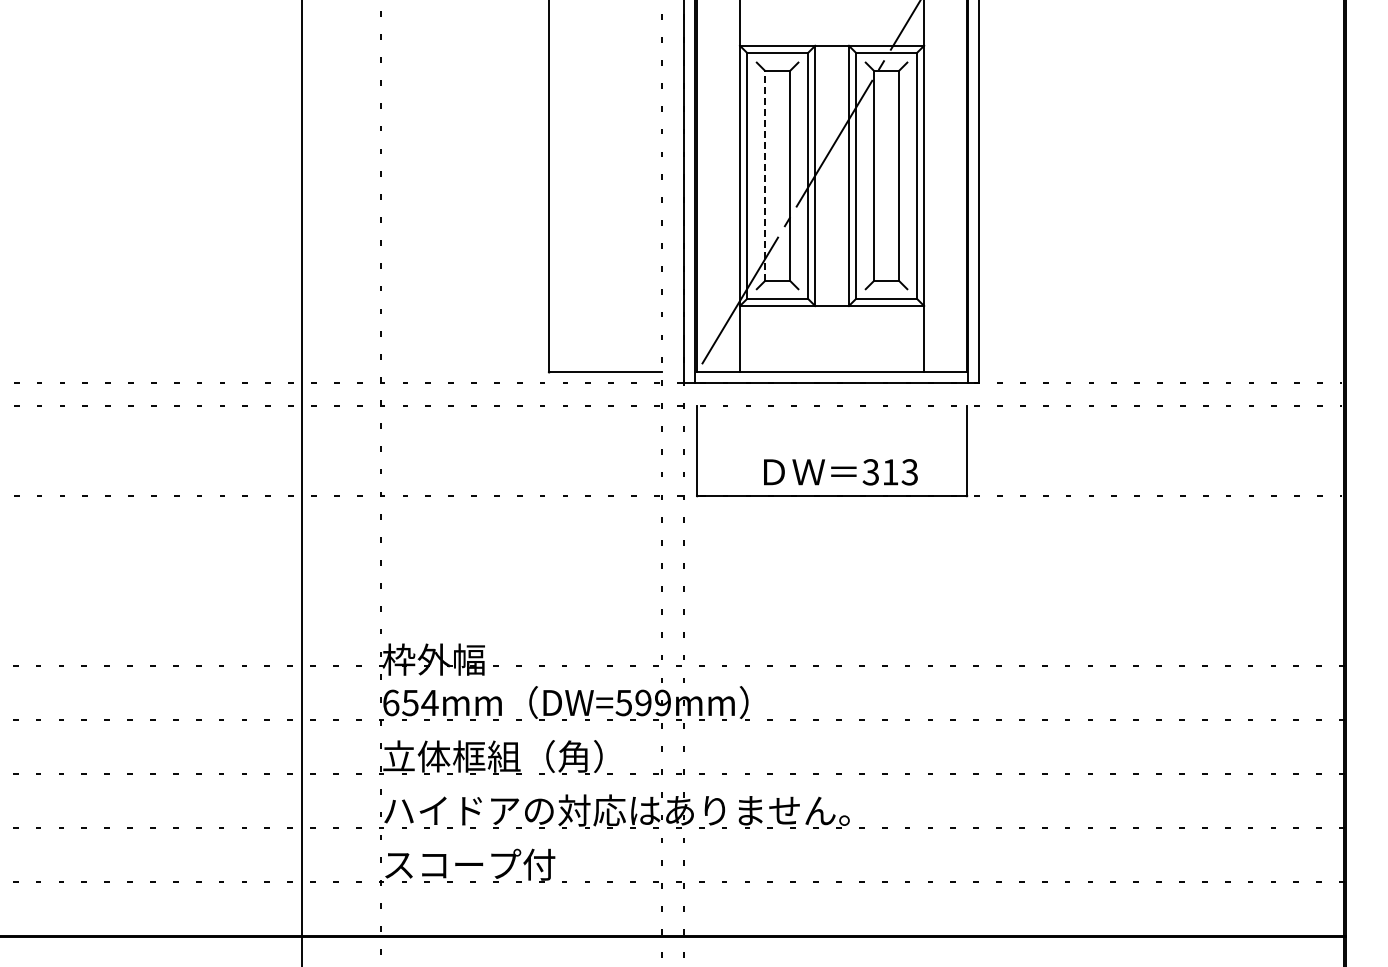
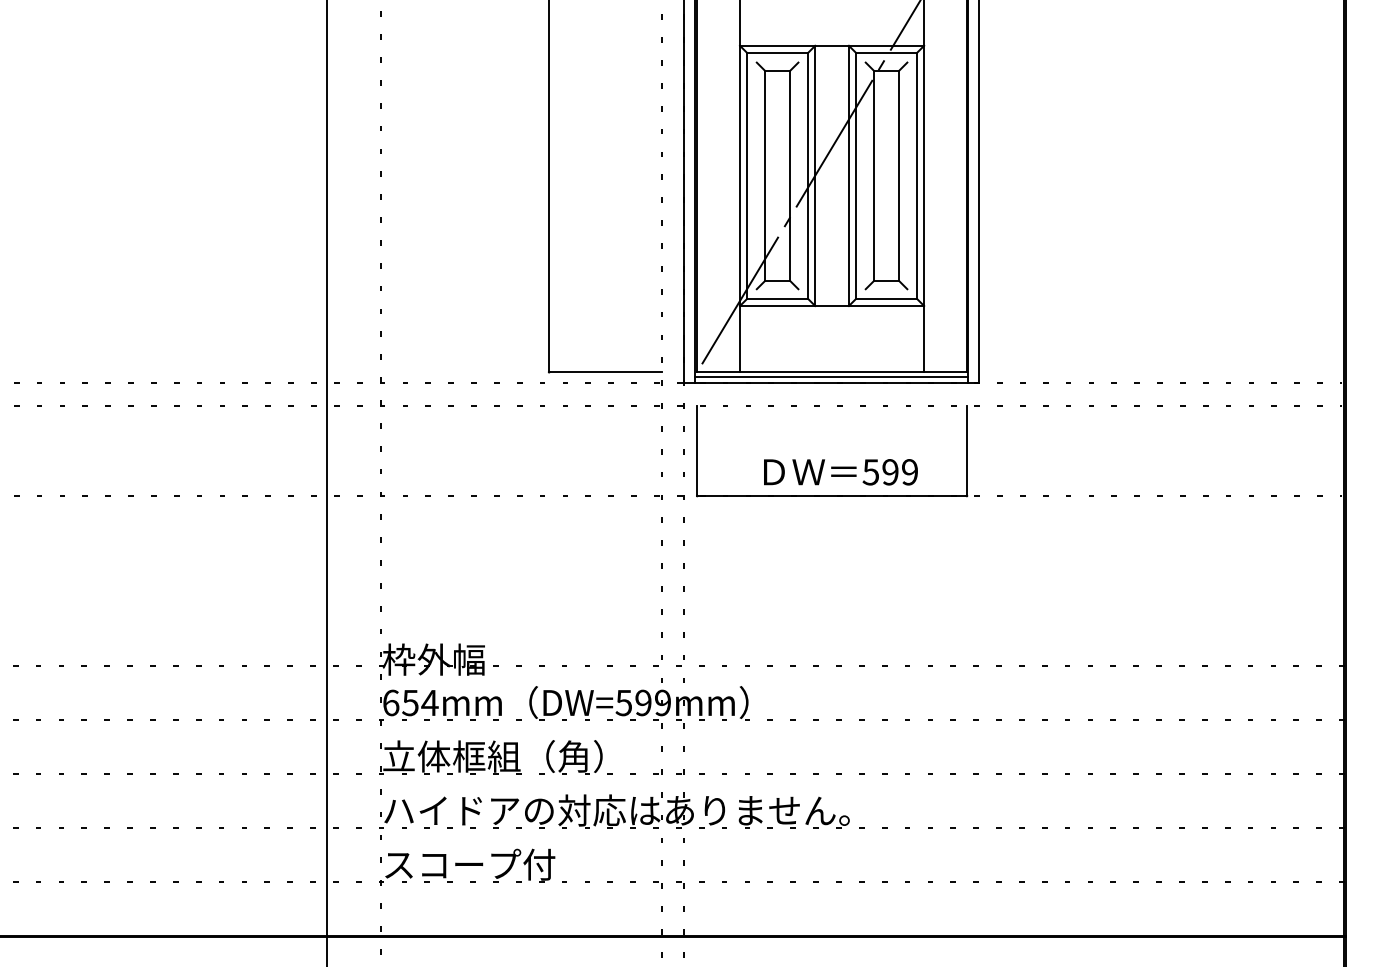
line at (764, 175): dashed -> solid
line at (831, 376): none -> present
text at (890, 472): 313 -> 599
line at (302, 482) position: (302, 482) -> (327, 482)
